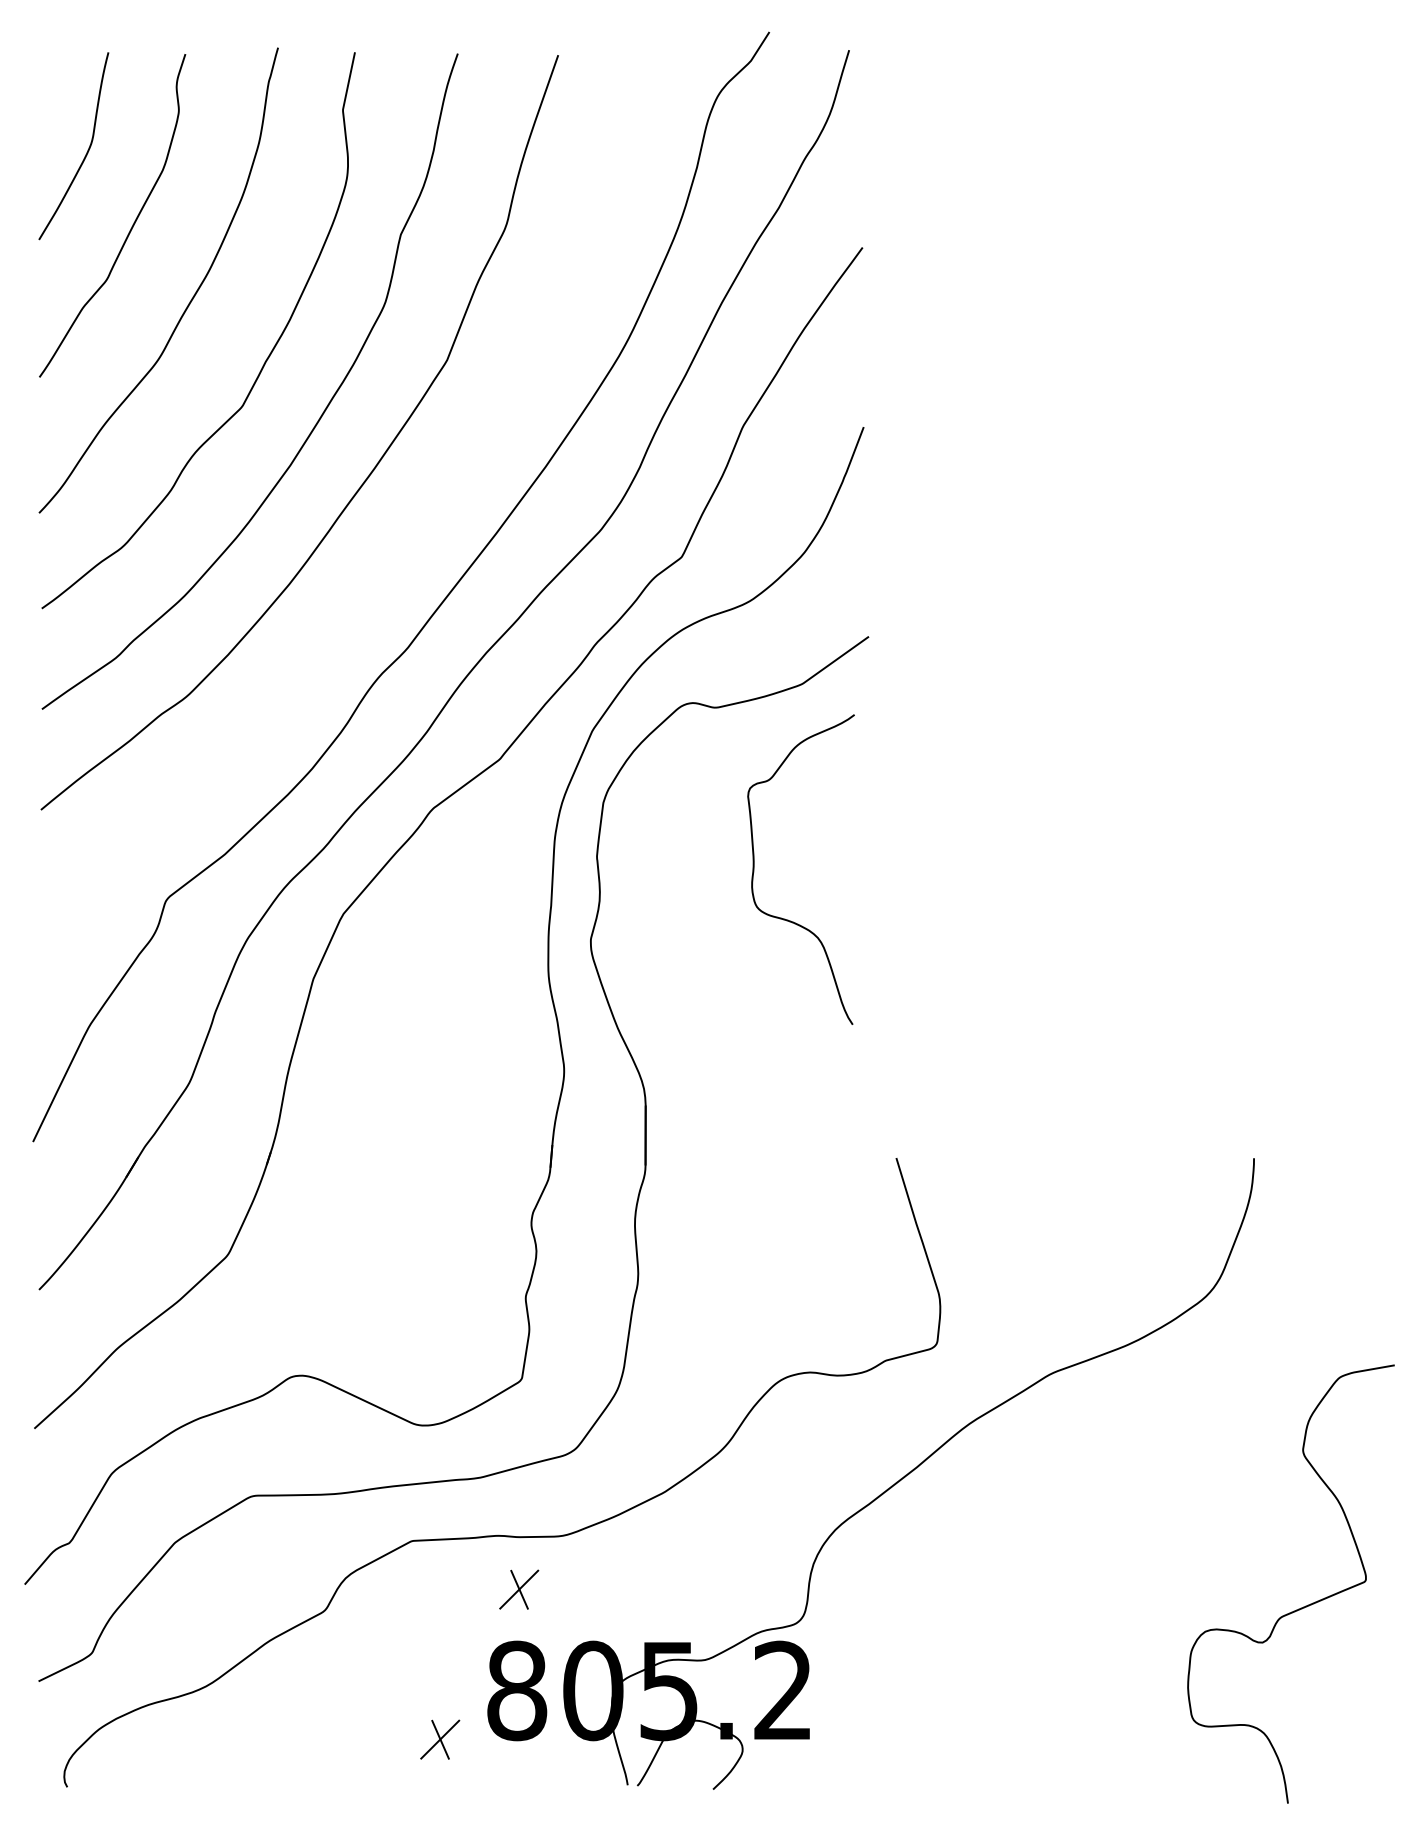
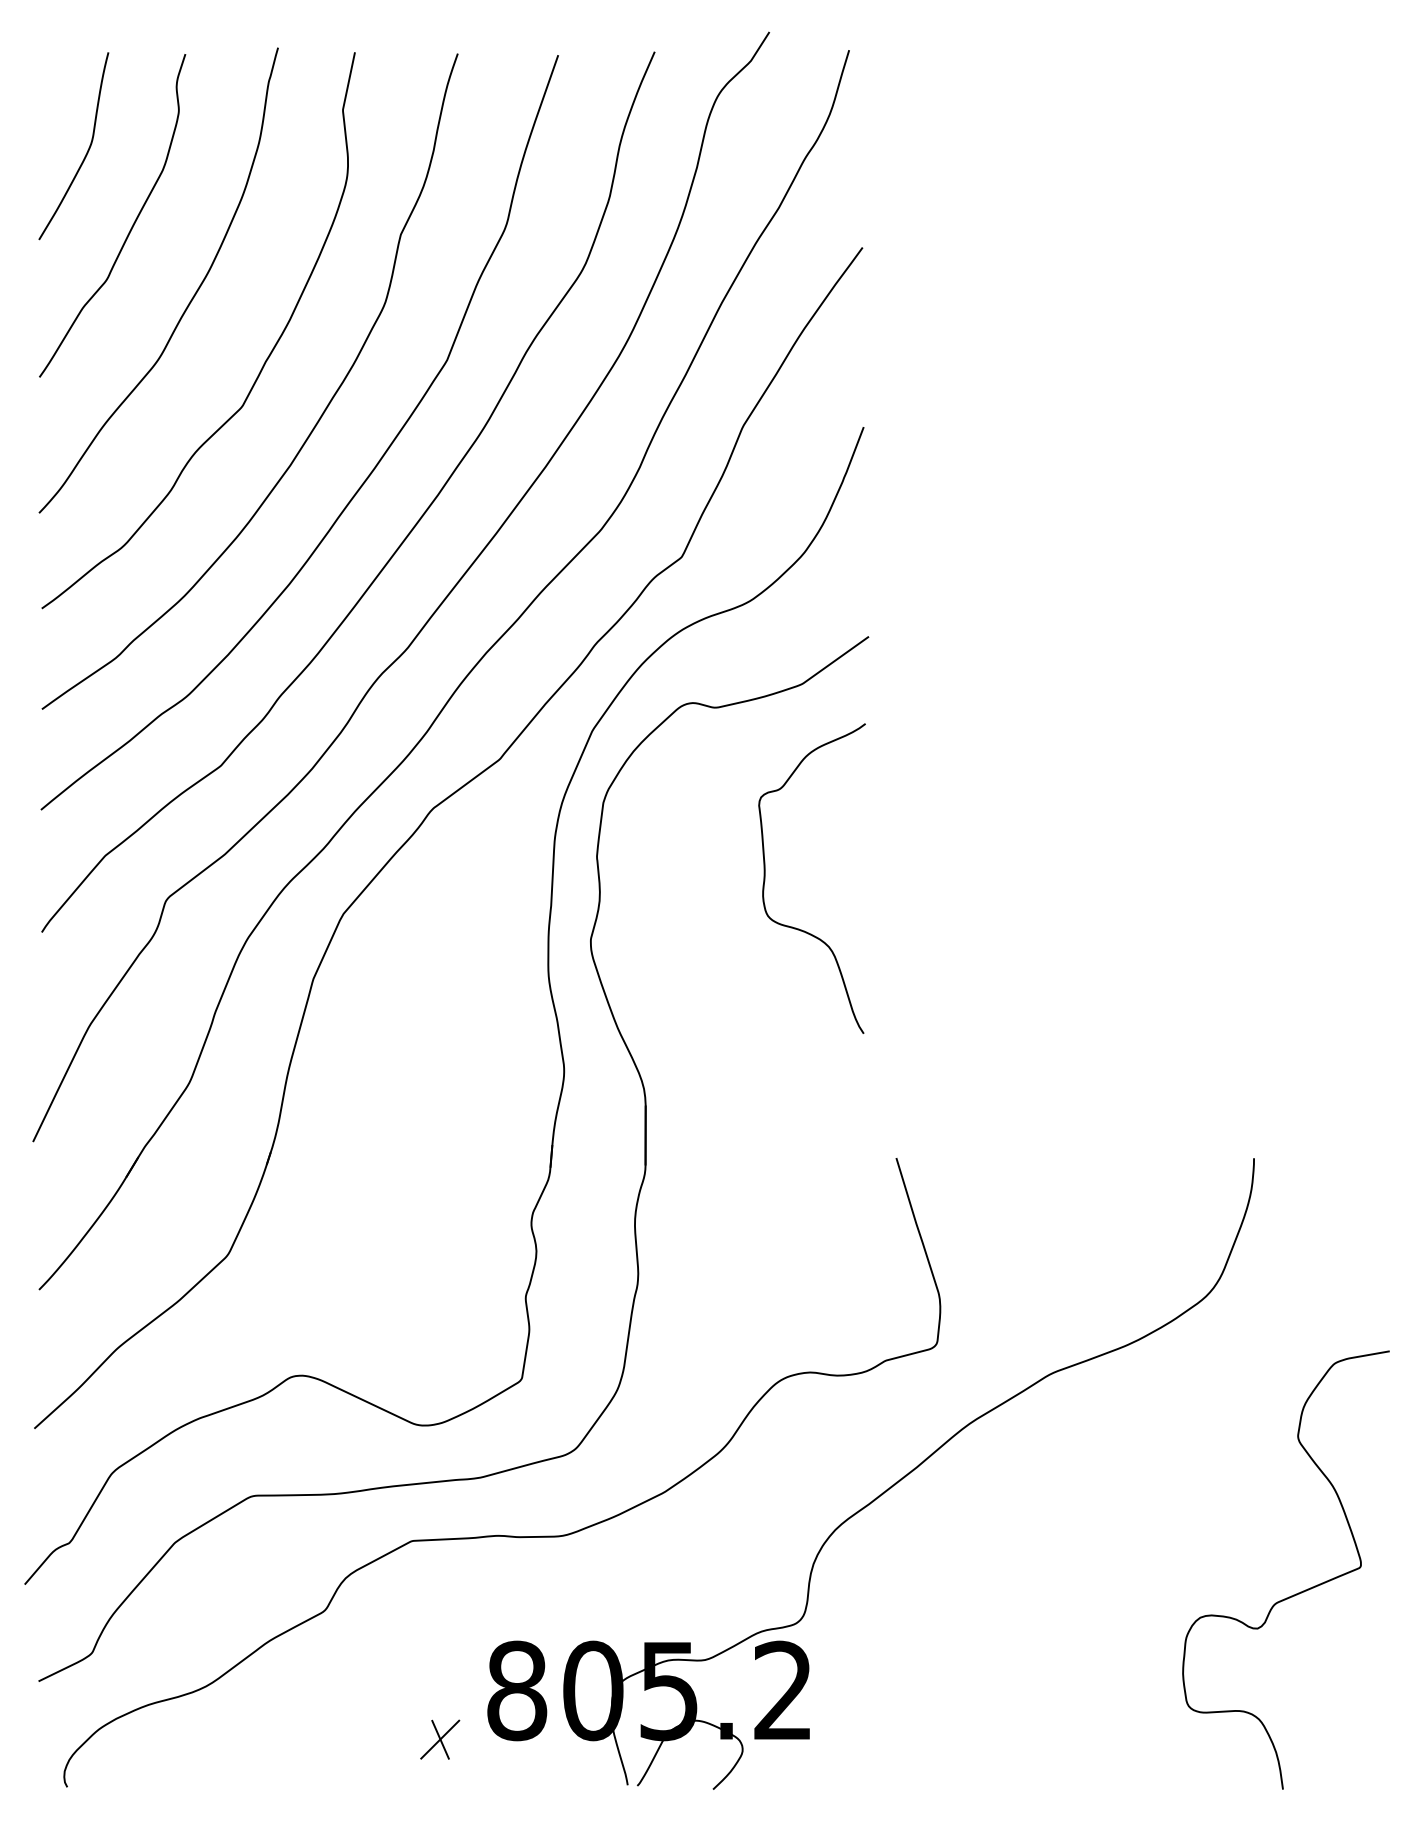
curve at (406, 535): none -> present
curve at (754, 869) position: (754, 869) -> (765, 878)
part at (519, 1589): present -> none
curve at (1298, 1608) position: (1298, 1608) -> (1293, 1594)
